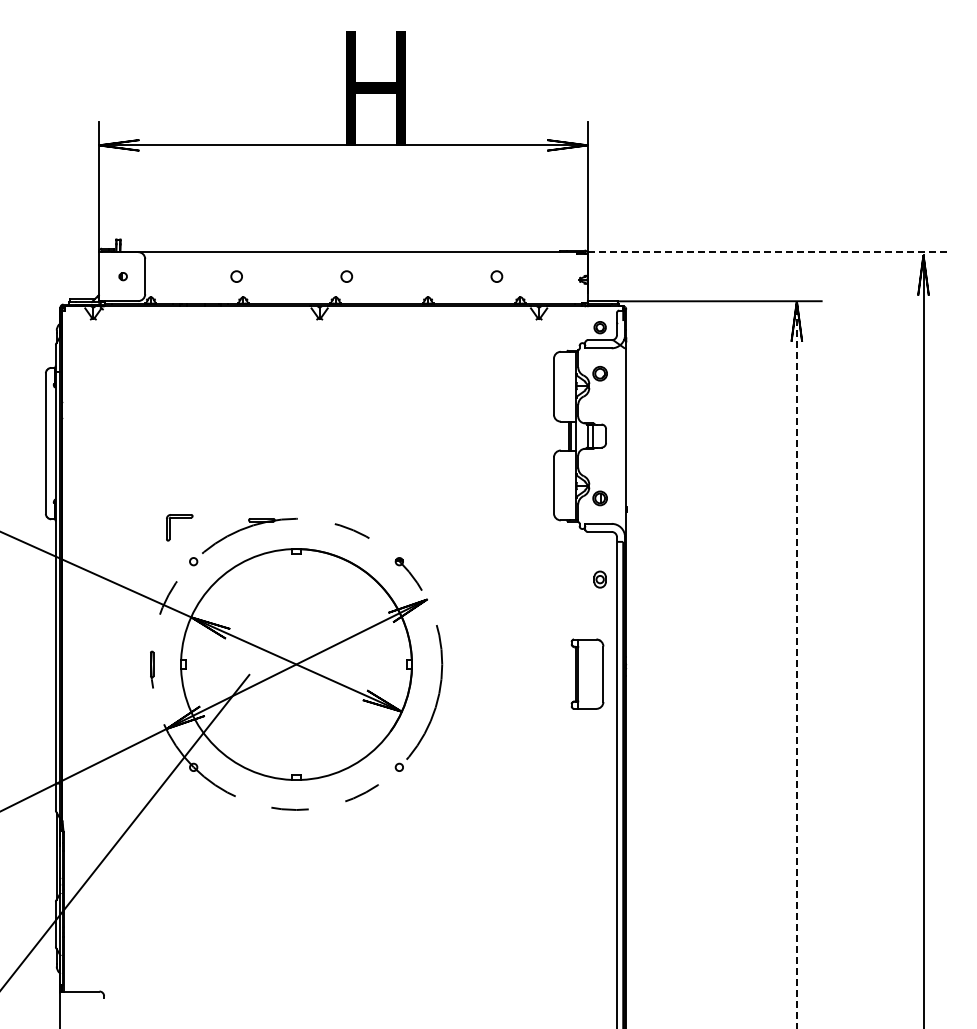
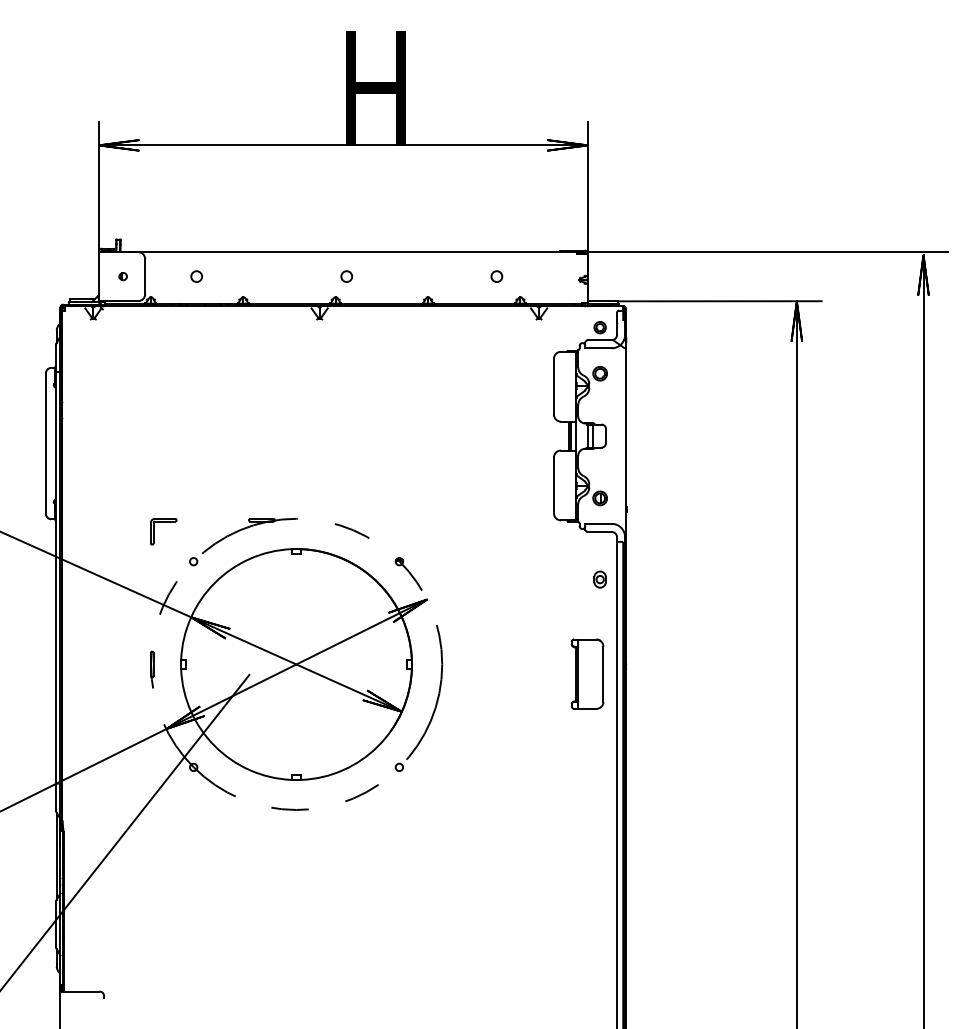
line at (763, 252): dashed -> solid
circle at (236, 276) position: (236, 276) -> (196, 276)
part at (179, 518) position: (179, 518) -> (163, 522)
line at (796, 664): dashed -> solid
